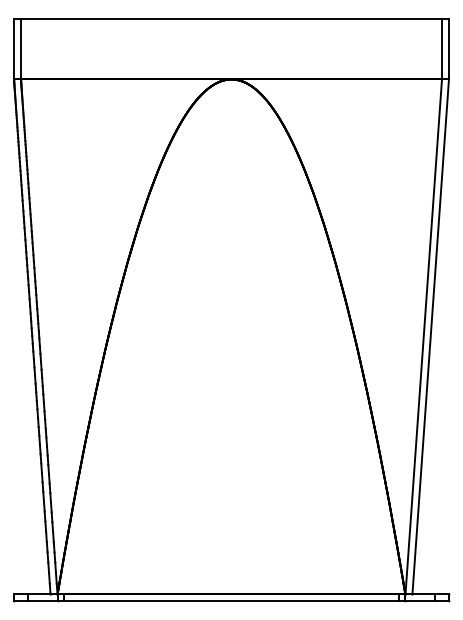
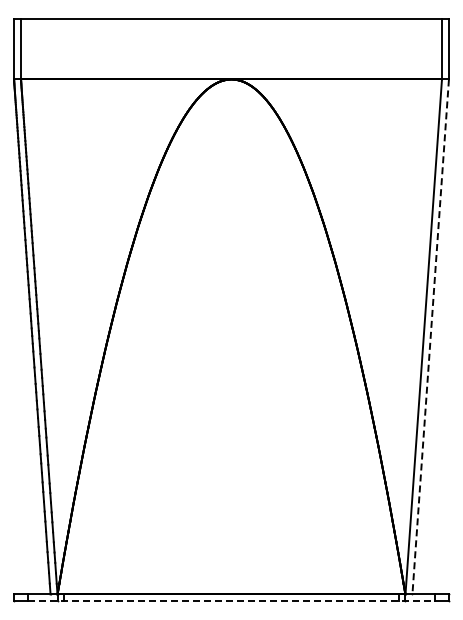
line at (430, 337): solid -> dashed
line at (231, 601): solid -> dashed
